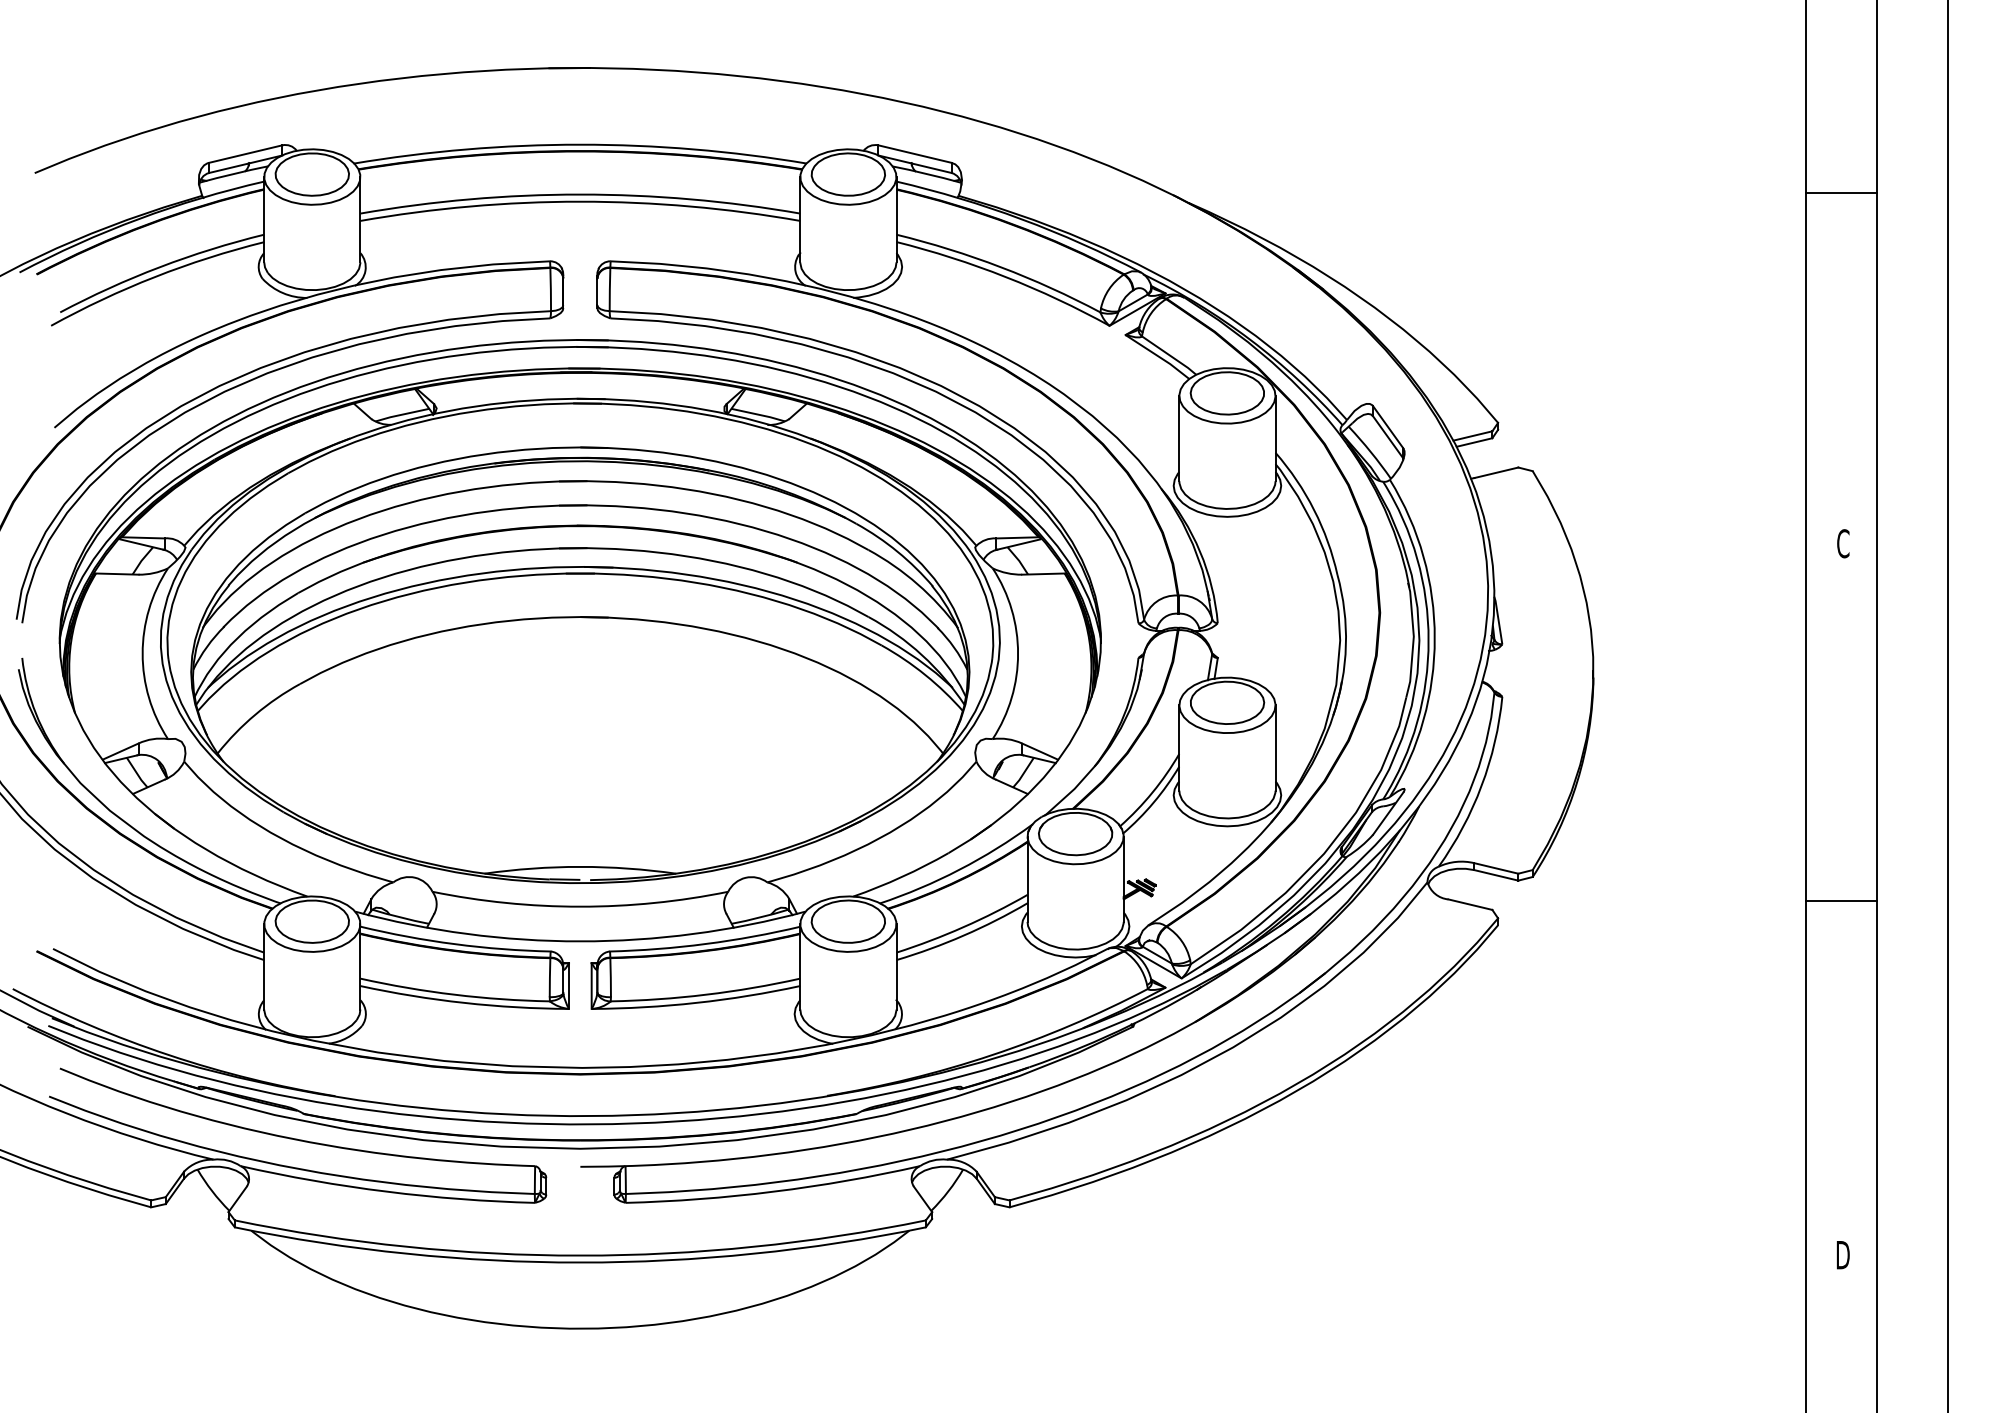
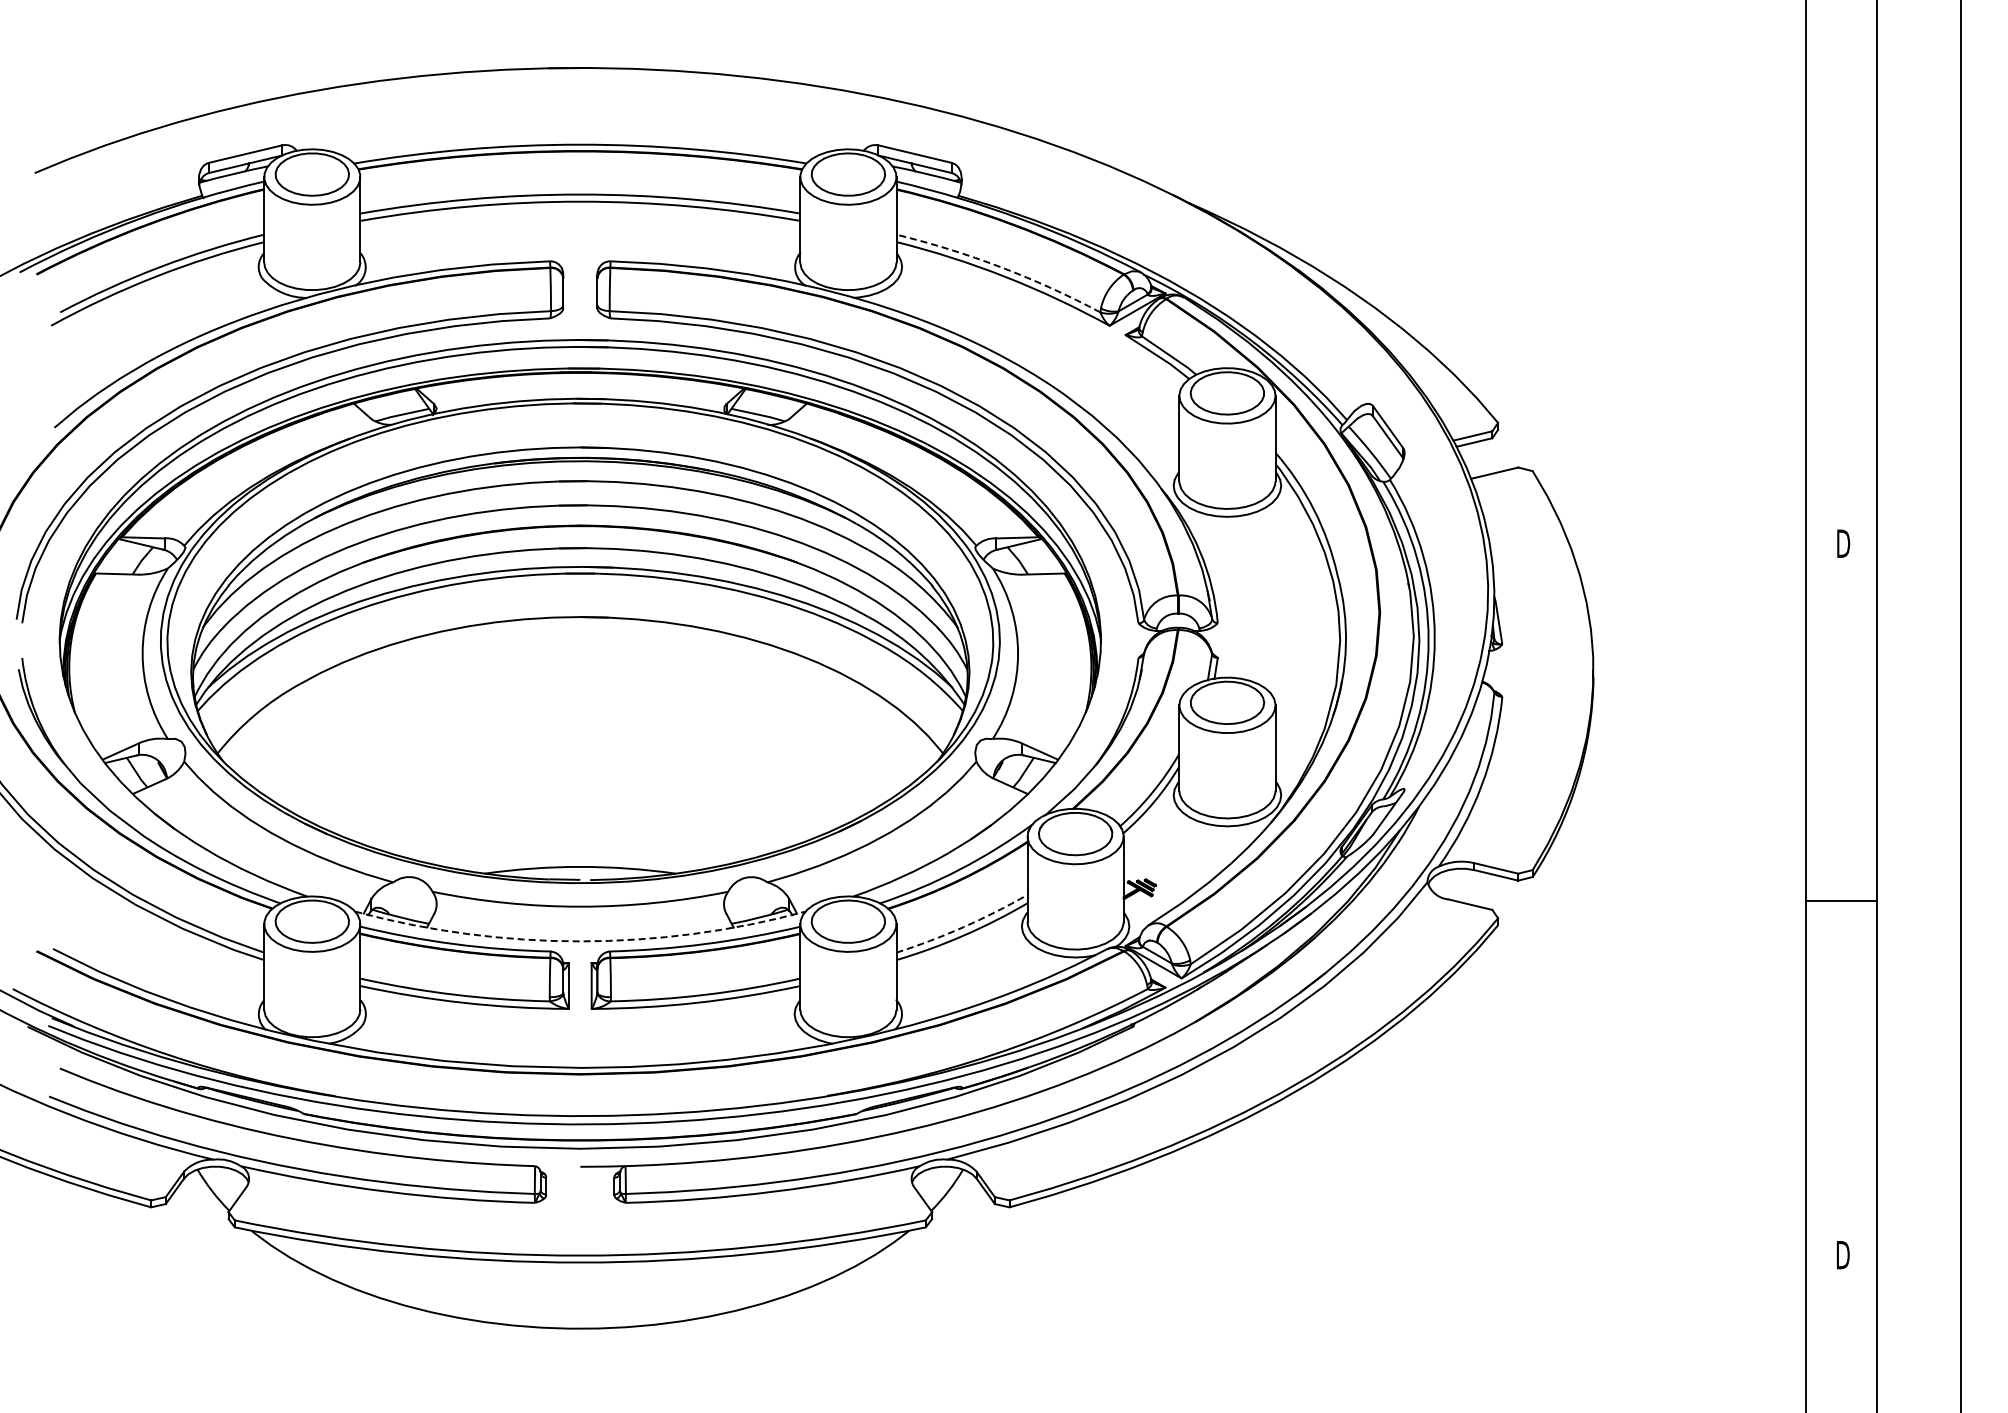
line at (1841, 193): present -> none
arc at (1000, 267): solid -> dashed
text at (1843, 543): C -> D
line at (1947, 705) position: (1947, 705) -> (1960, 705)
arc at (963, 927): solid -> dashed
arc at (580, 941): solid -> dashed
